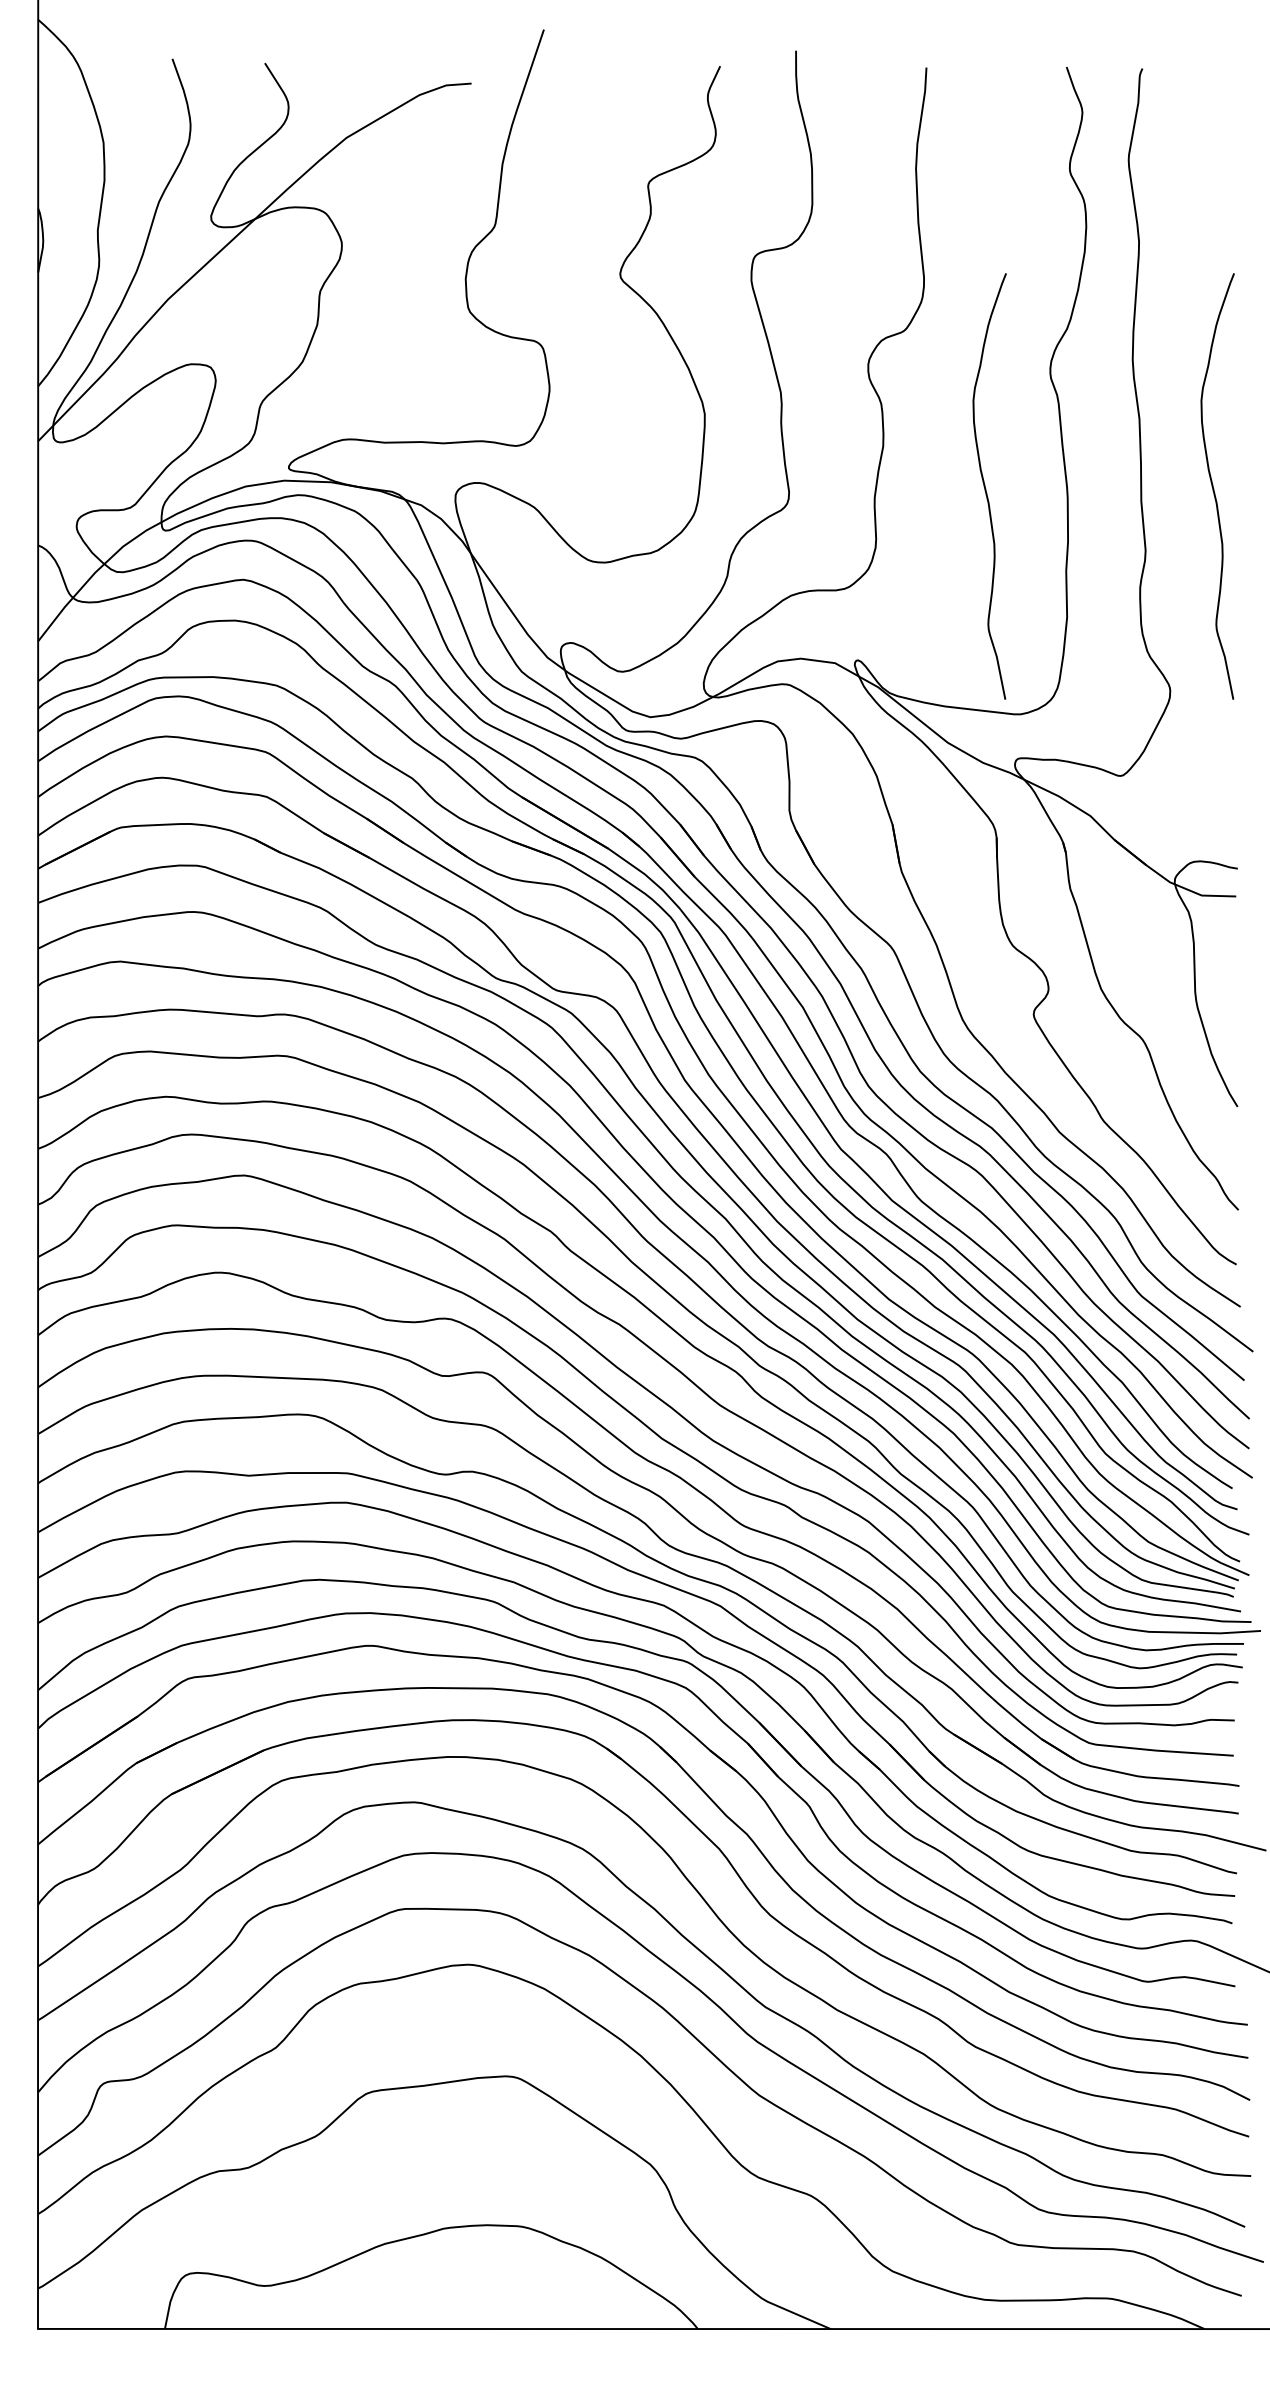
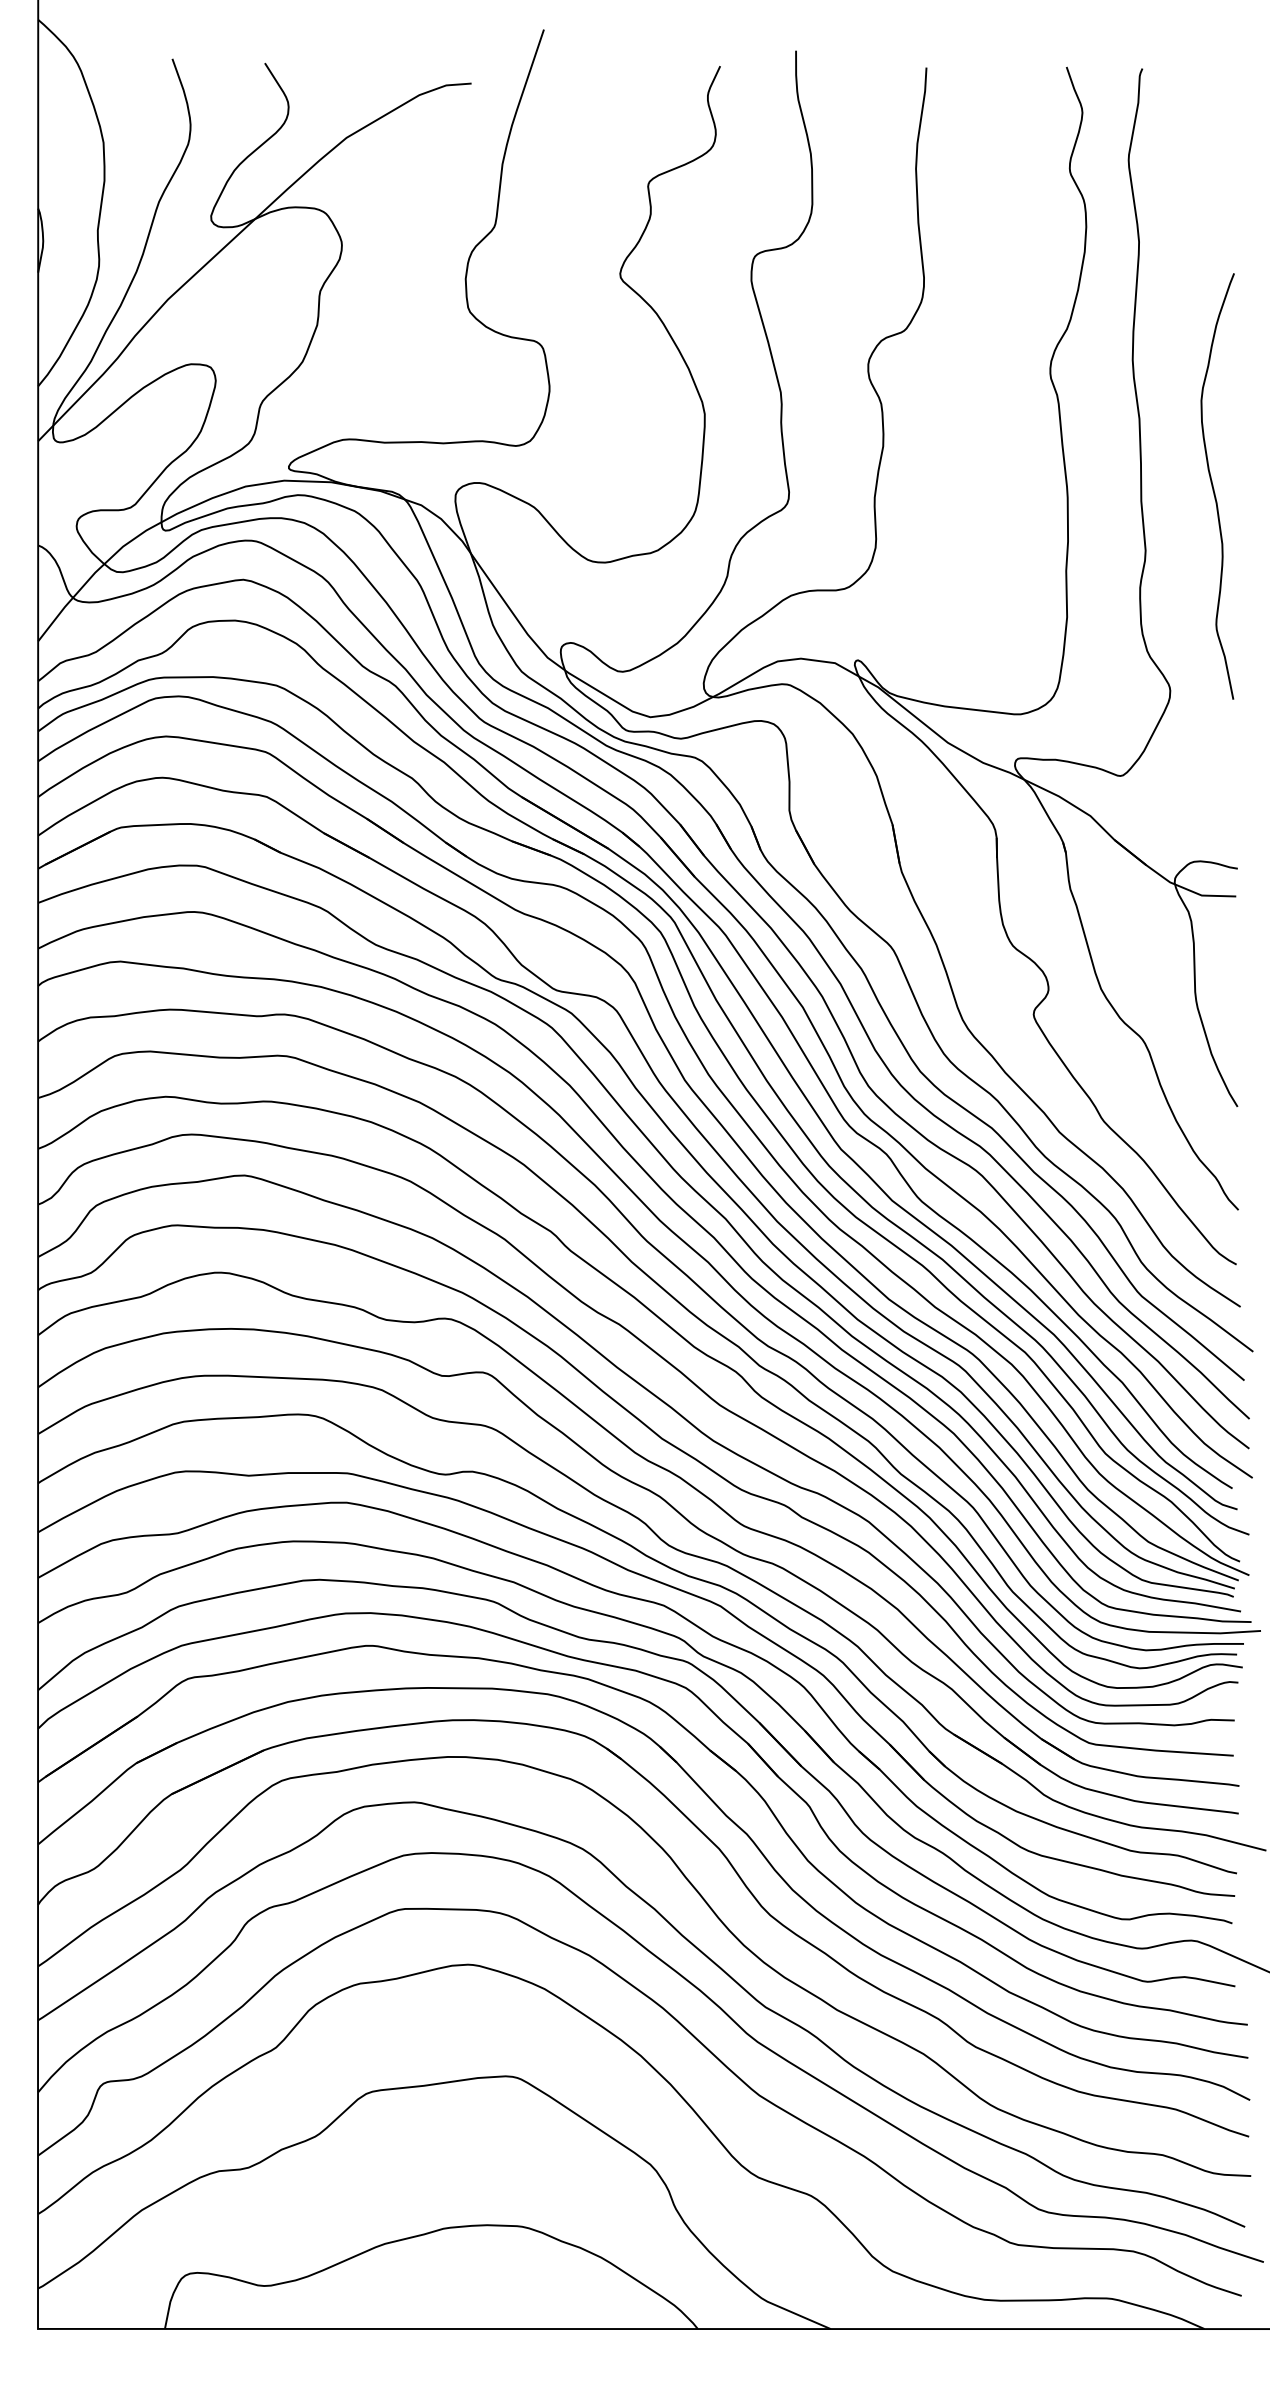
curve at (986, 488): present -> none
